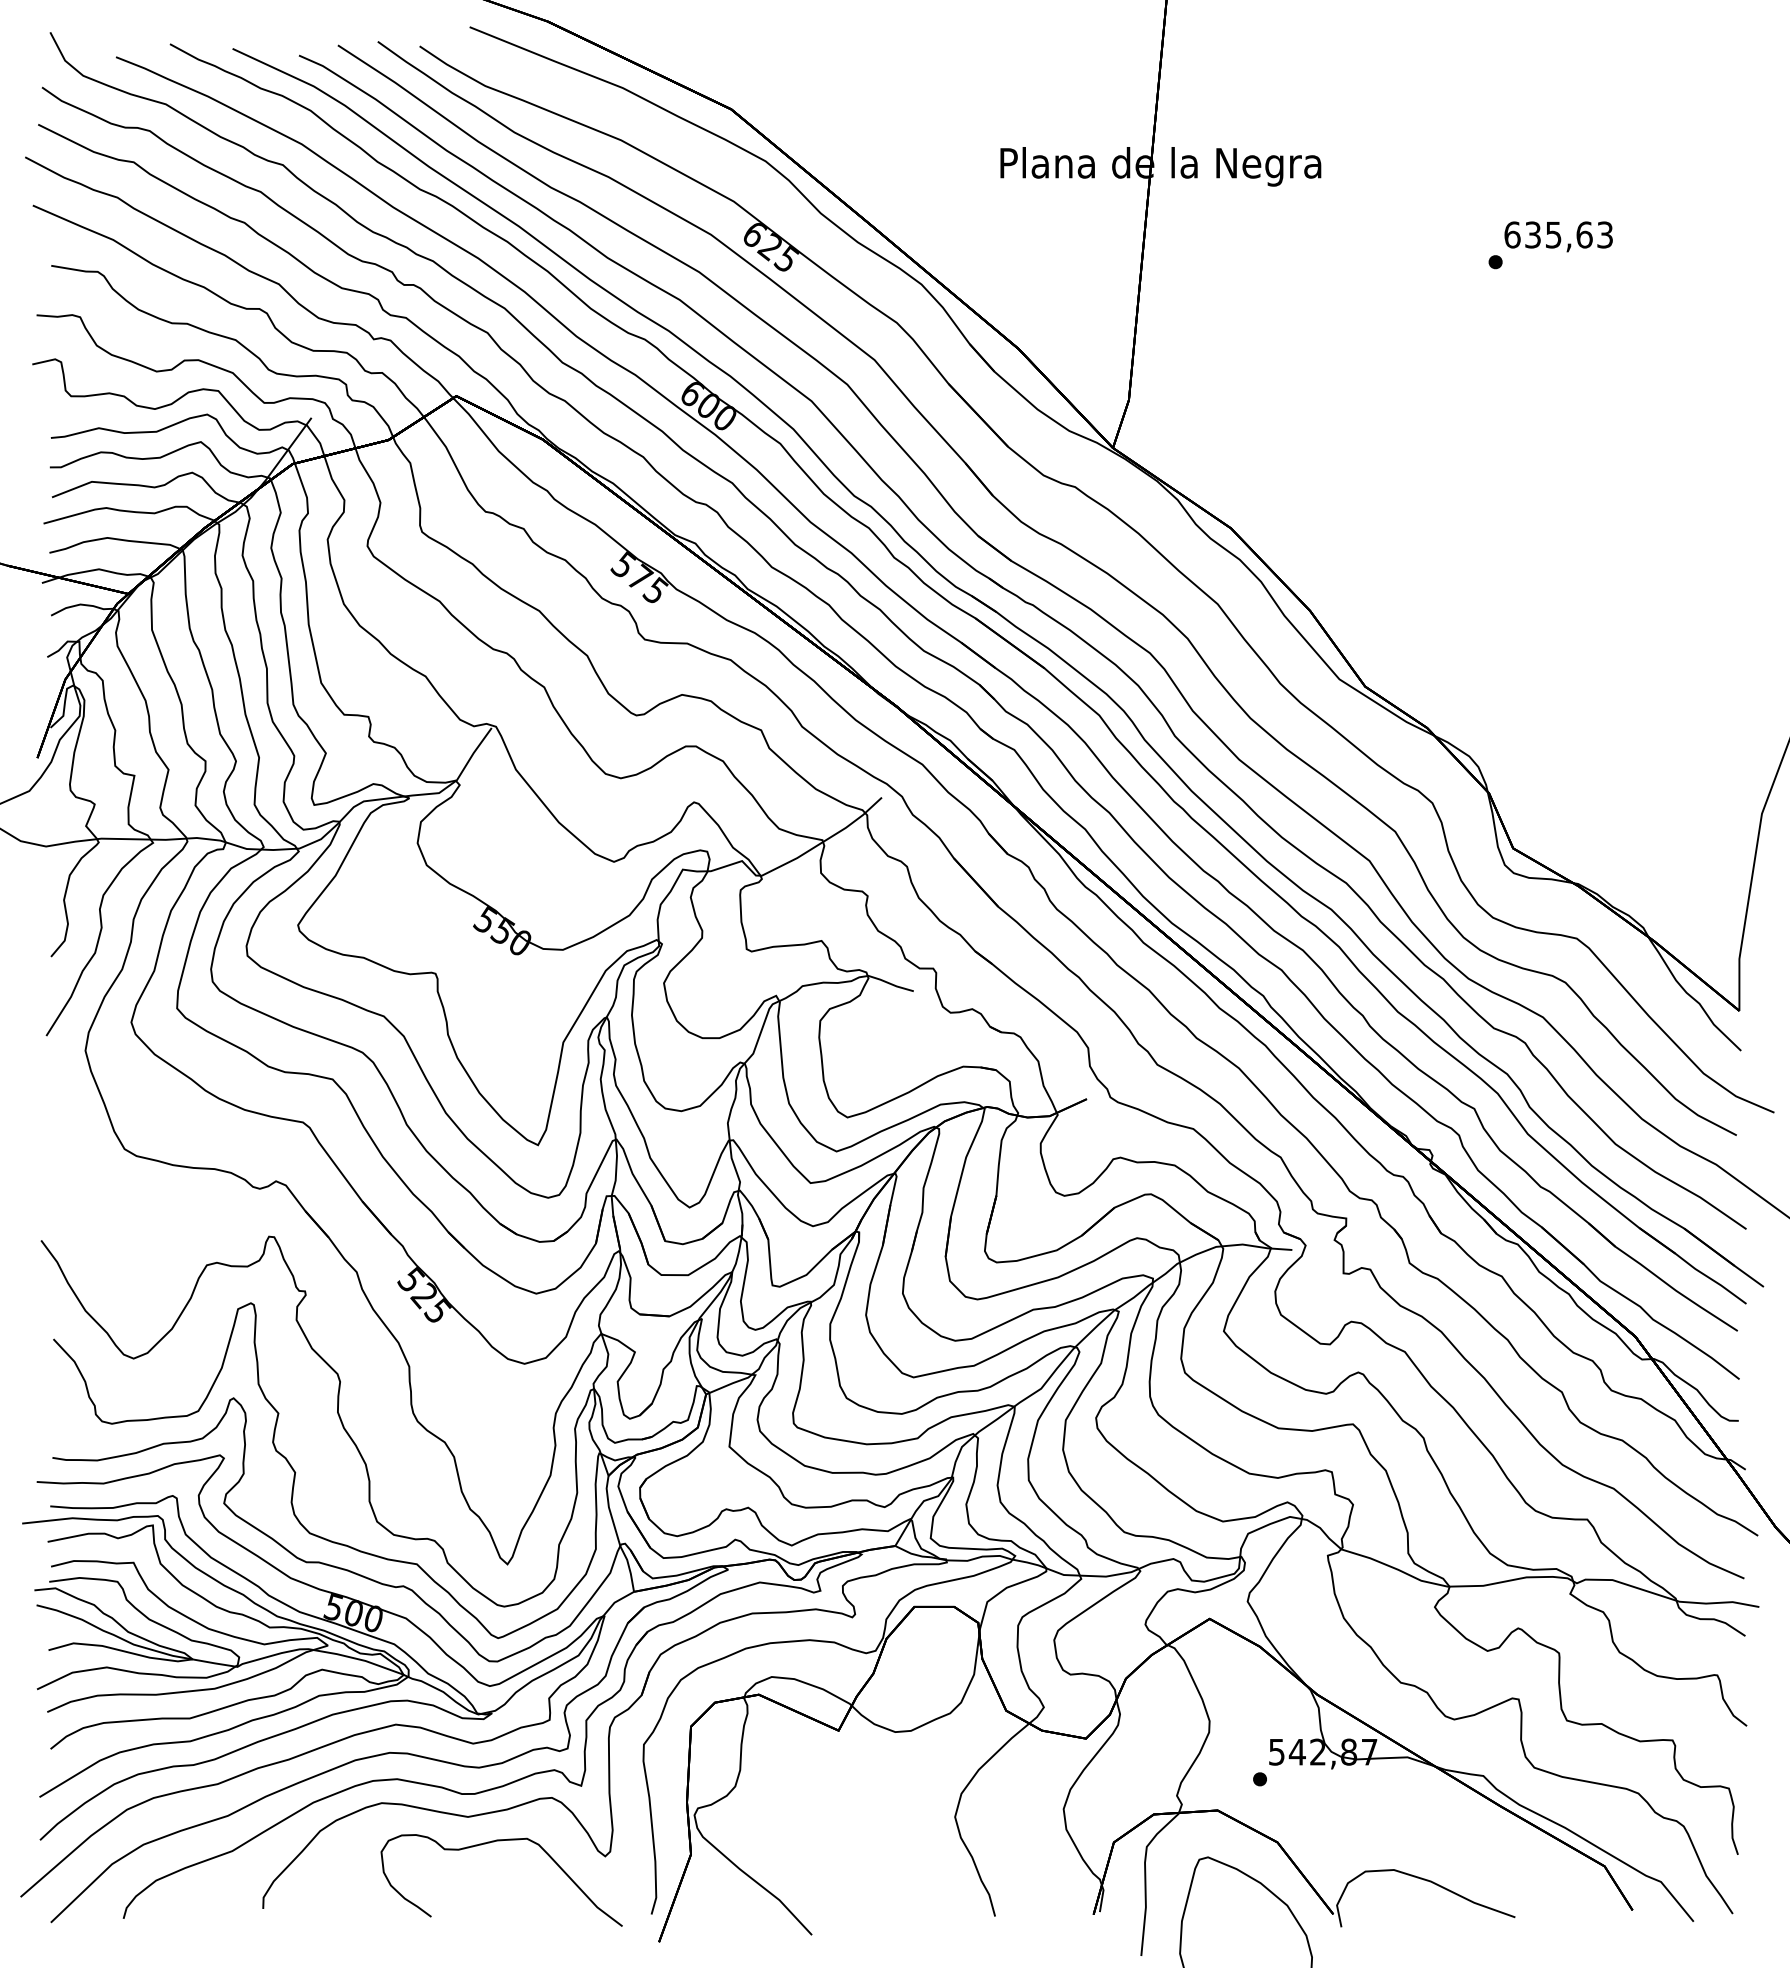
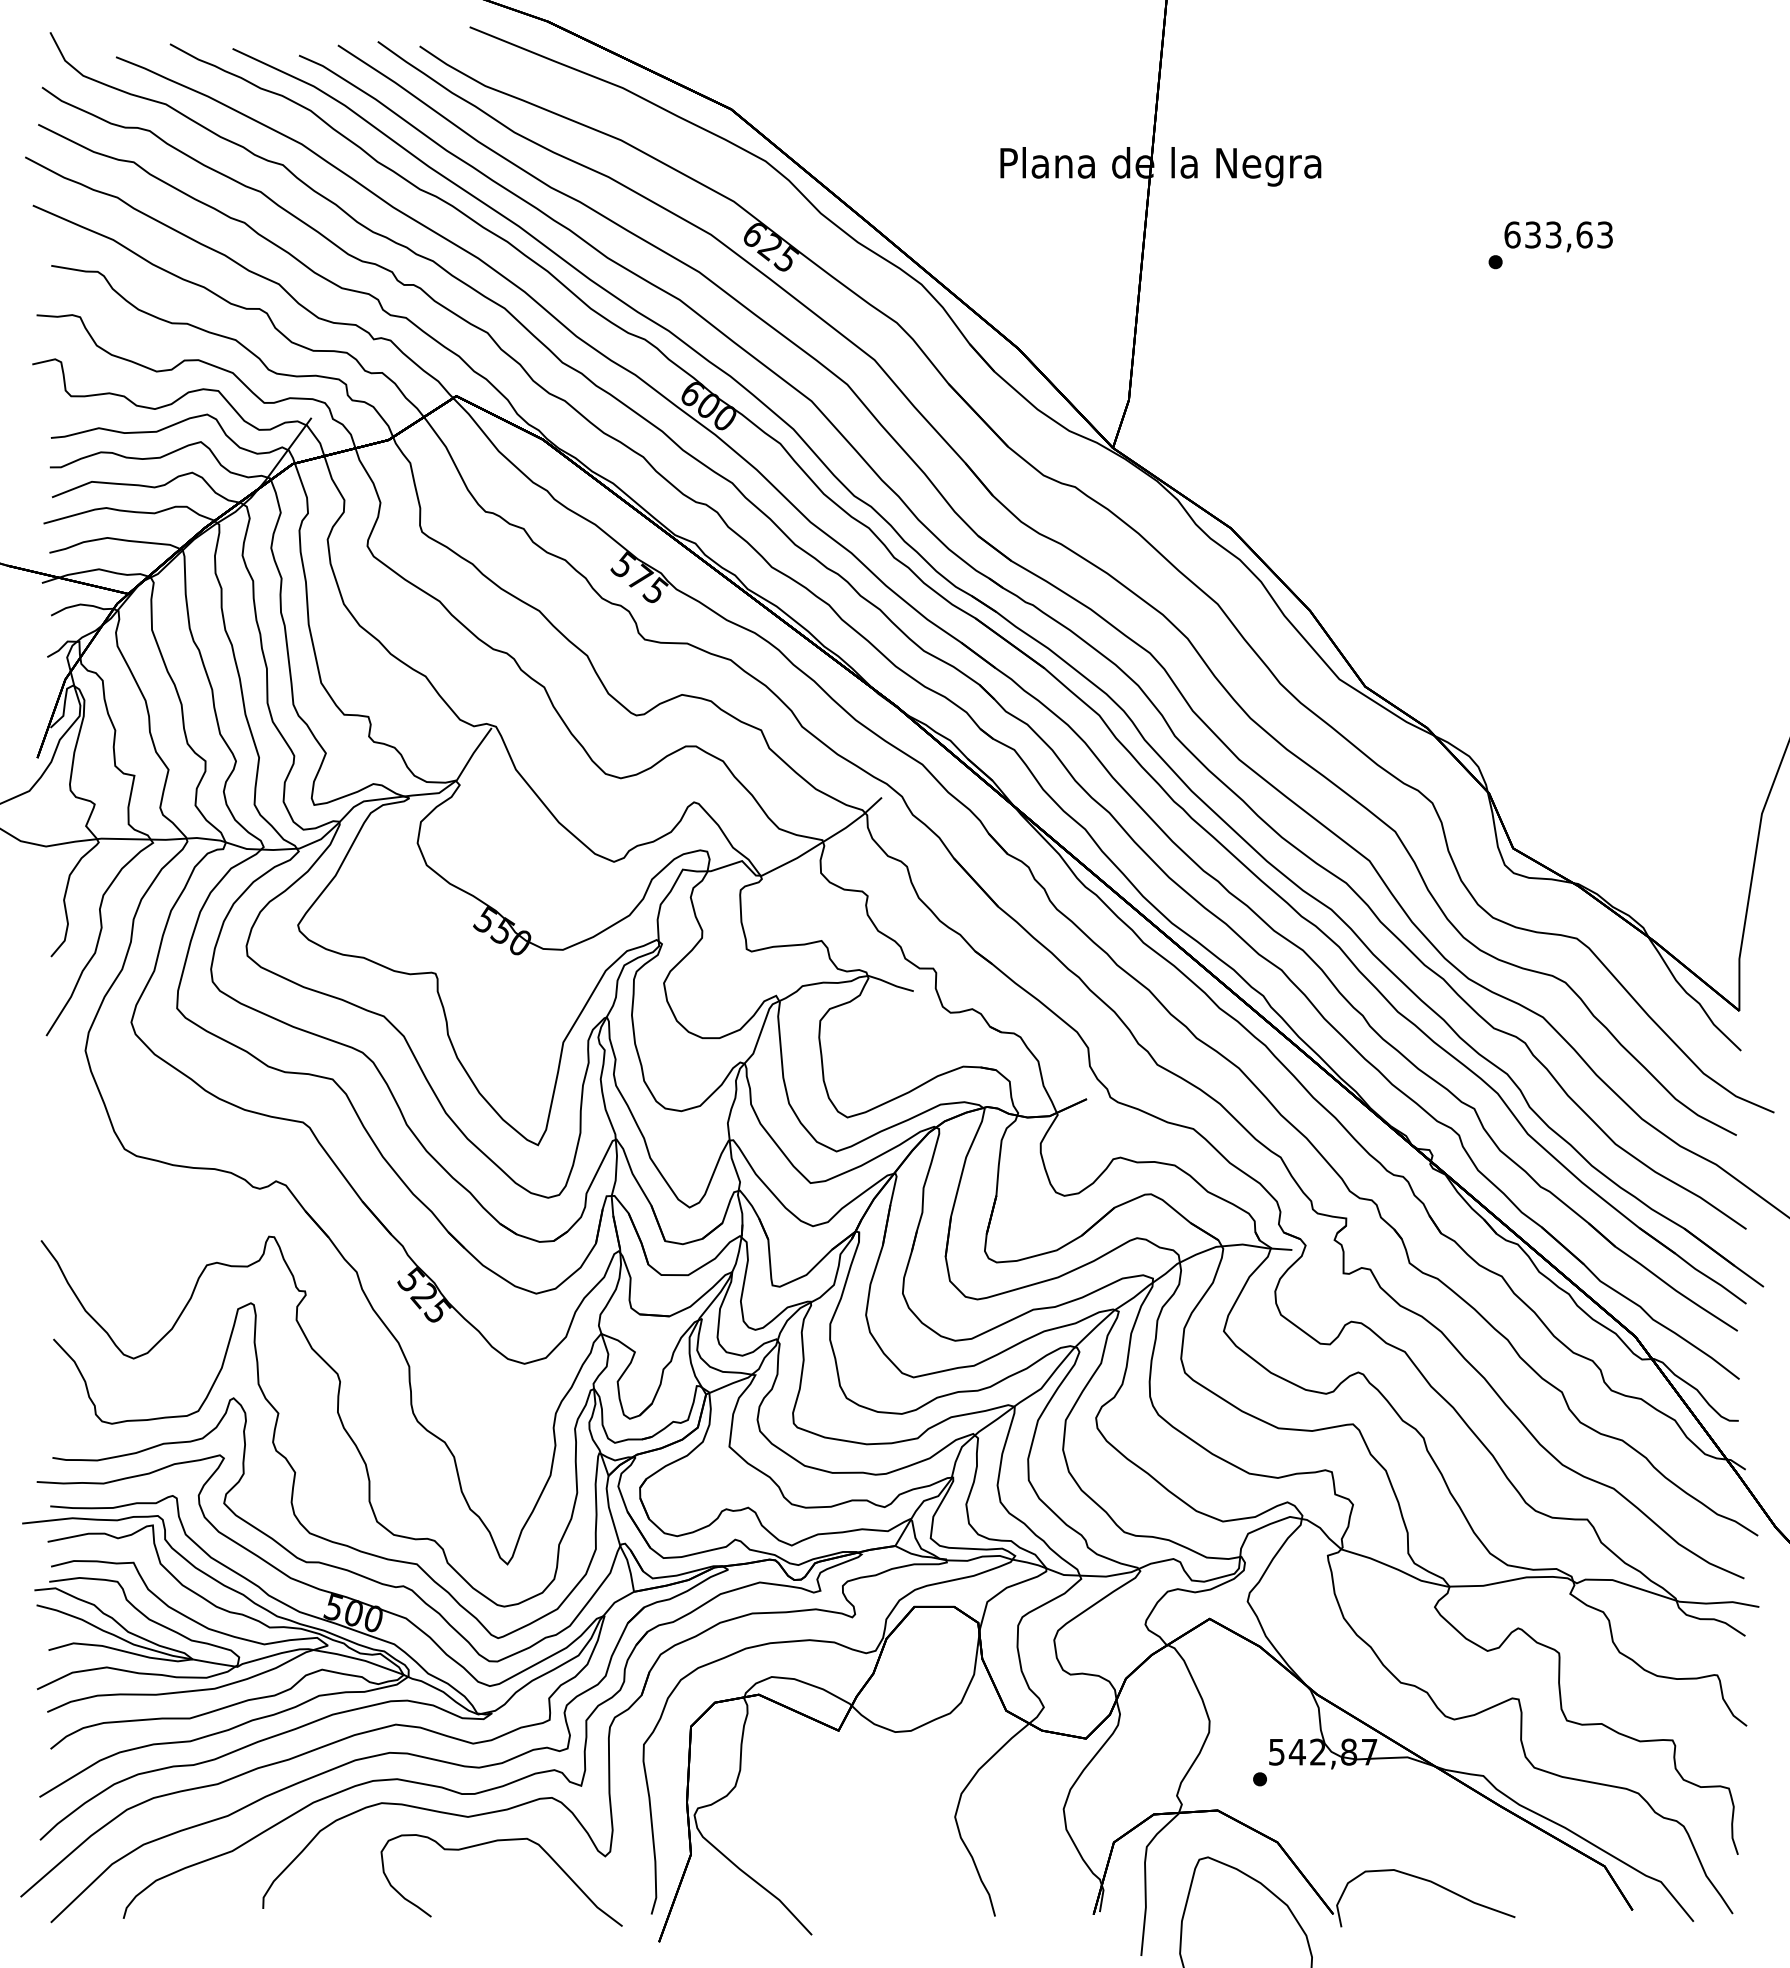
text at (1553, 234): 635,63 -> 633,63
